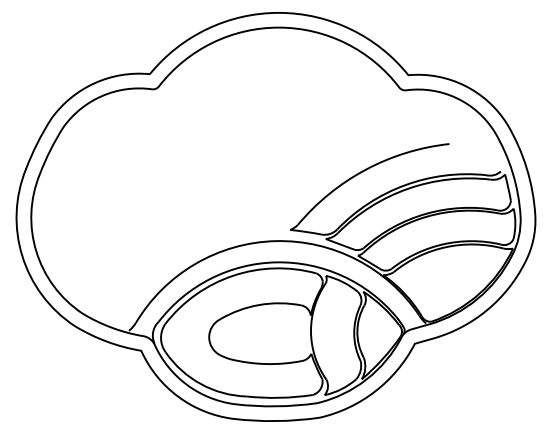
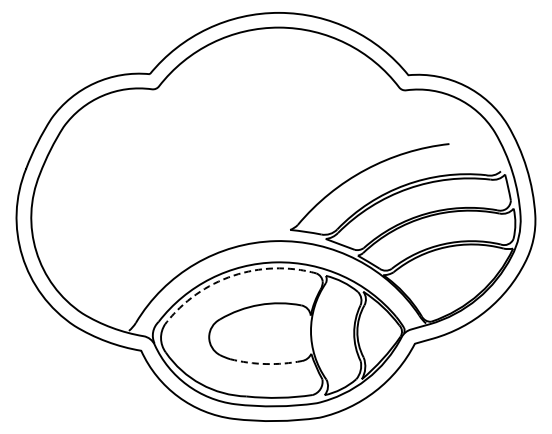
arc at (233, 275): solid -> dashed
arc at (266, 364): solid -> dashed
